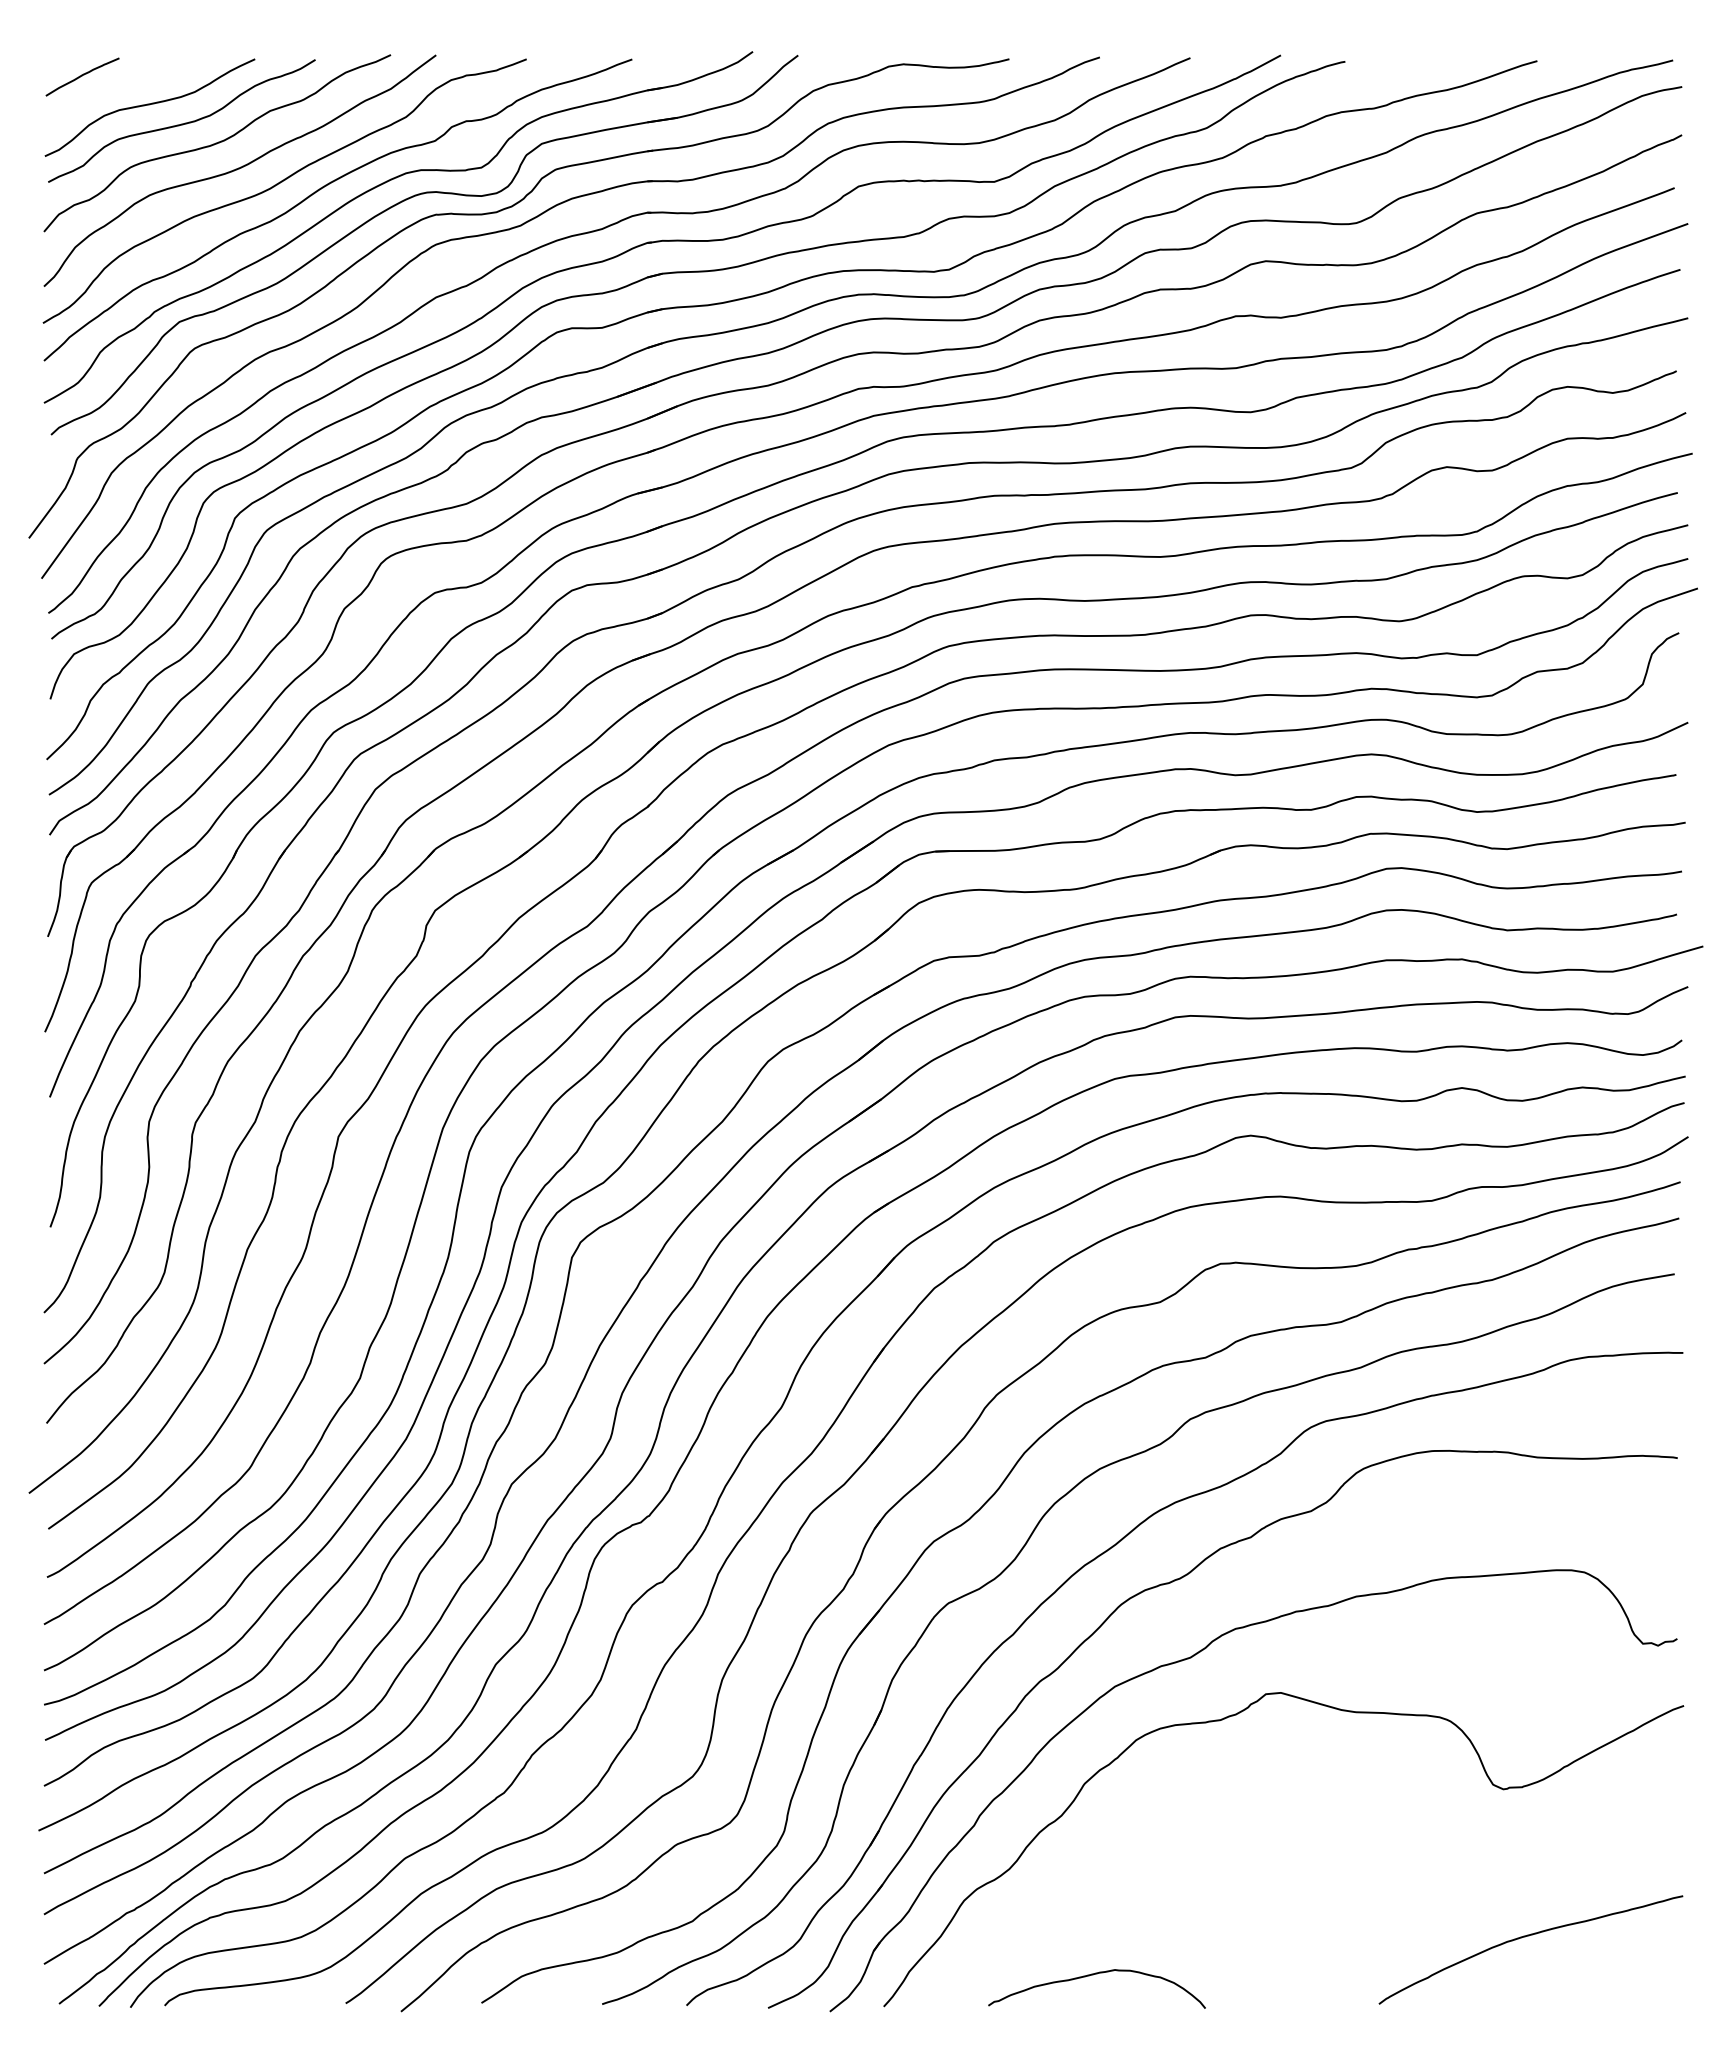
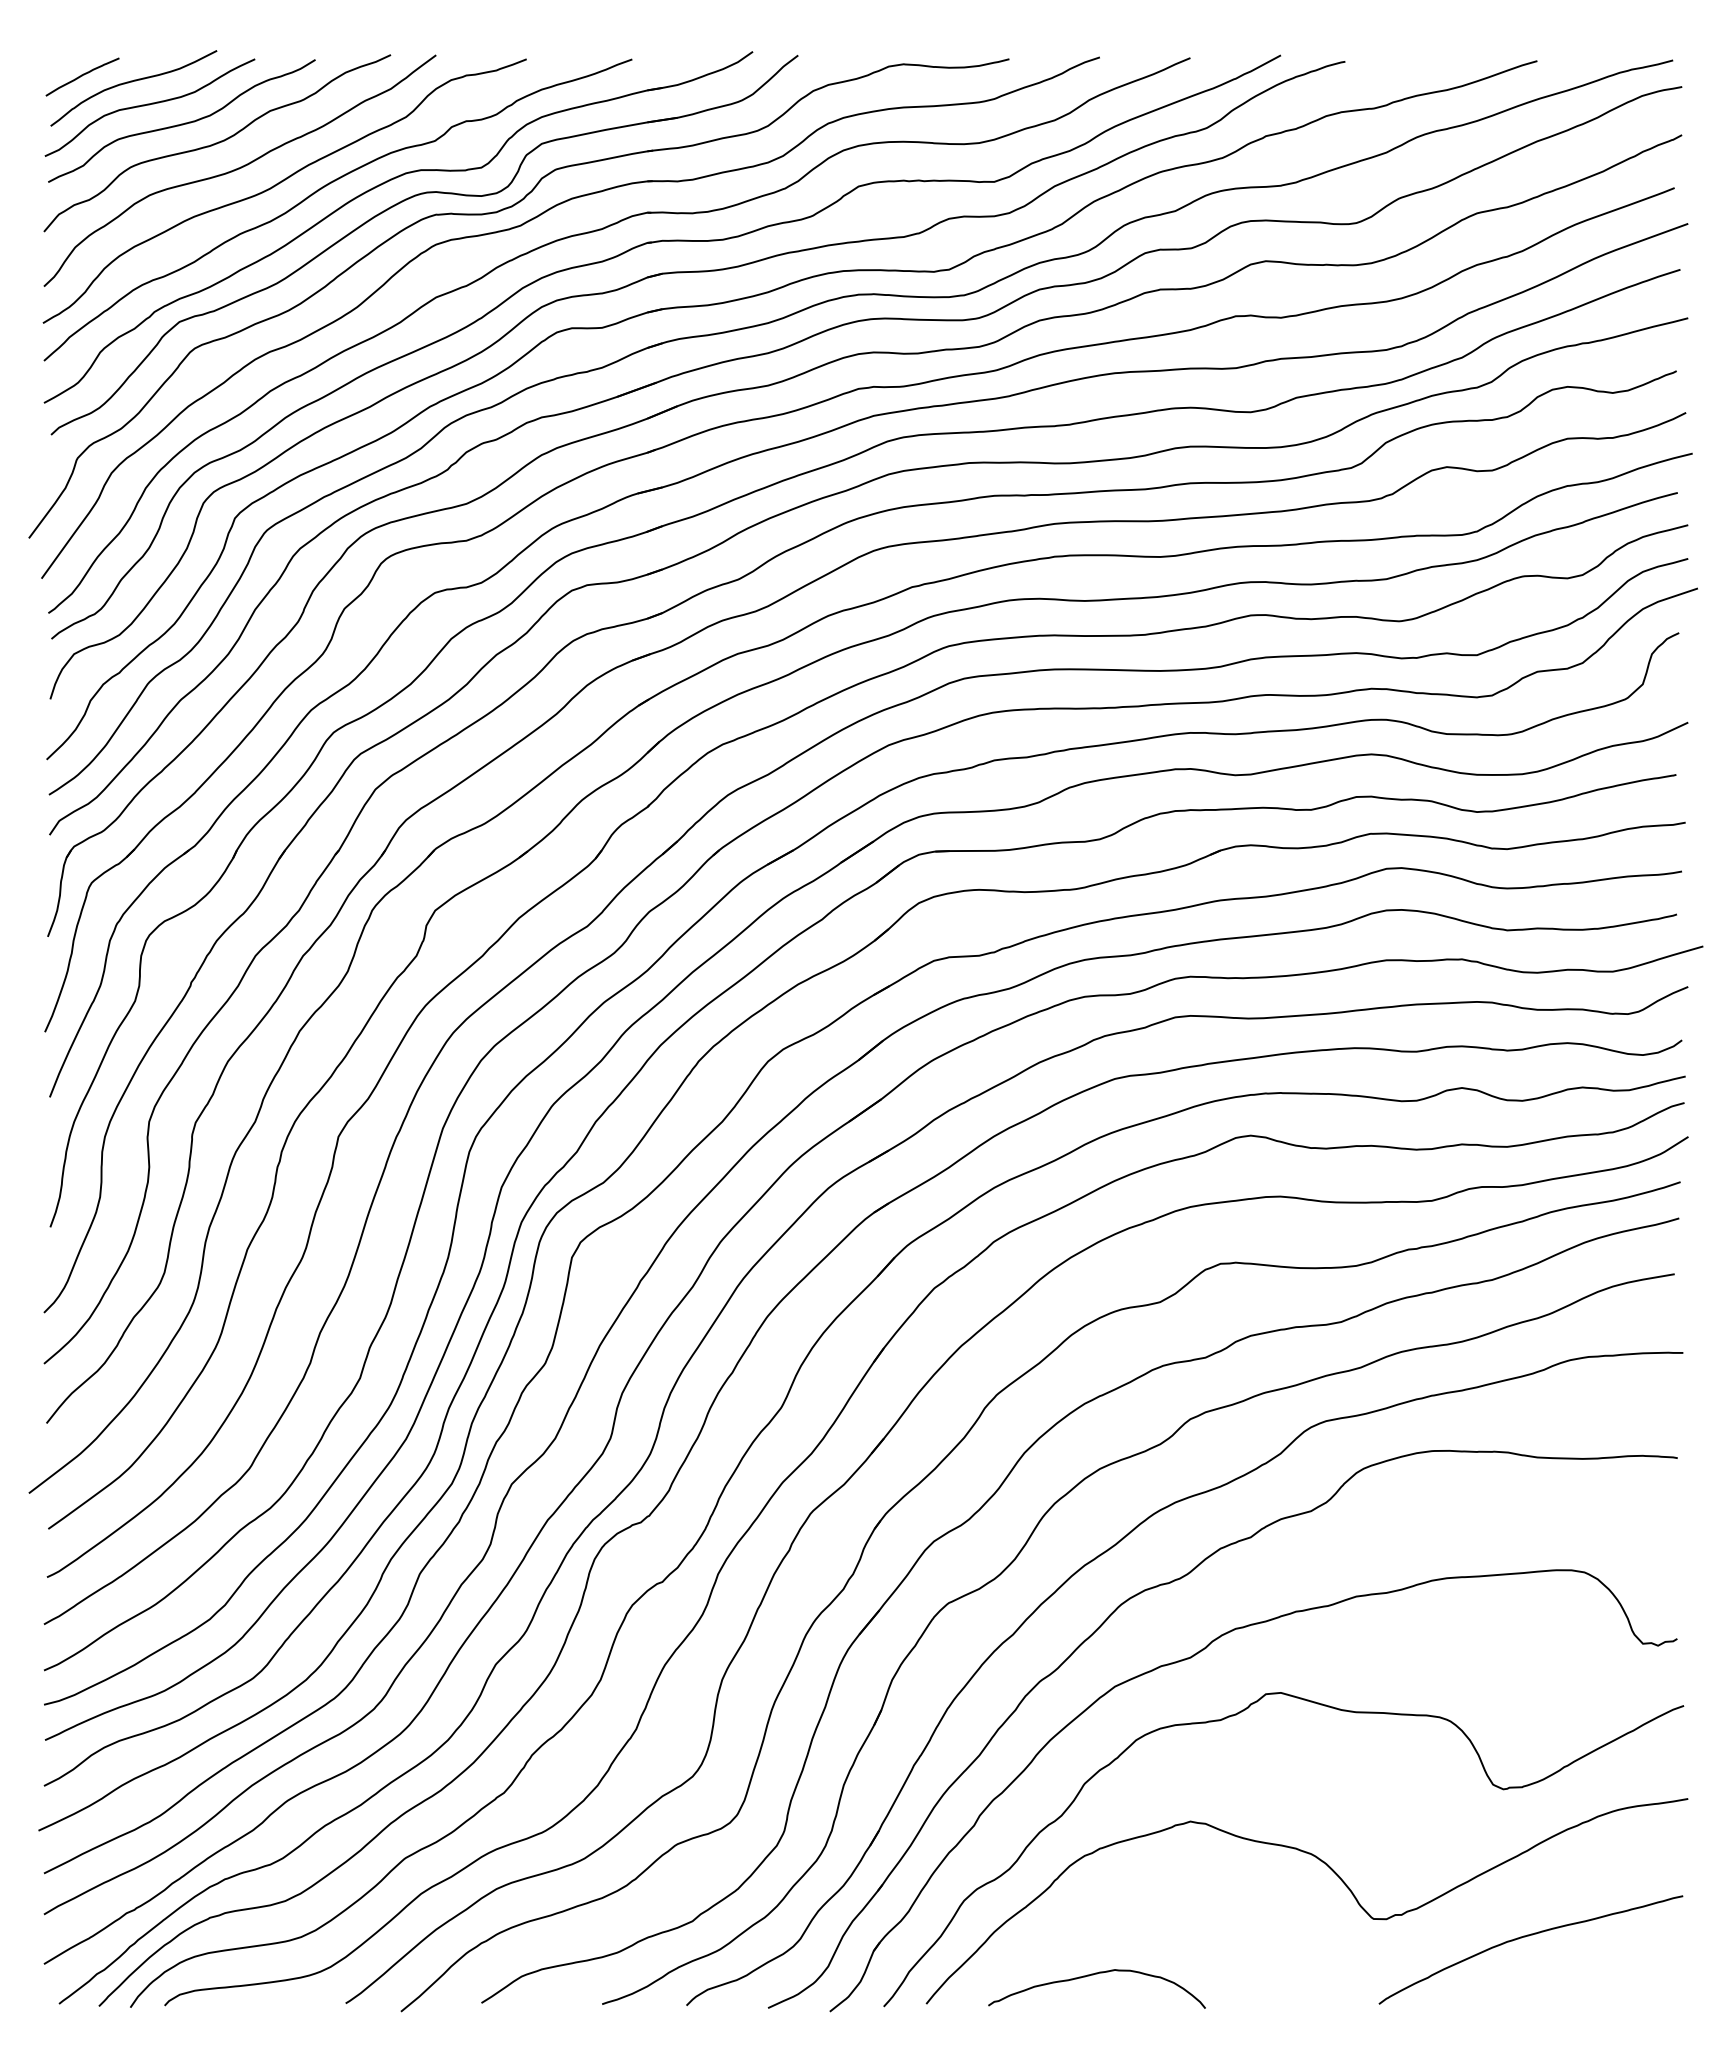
curve at (132, 82): none -> present
curve at (1334, 1873): none -> present
